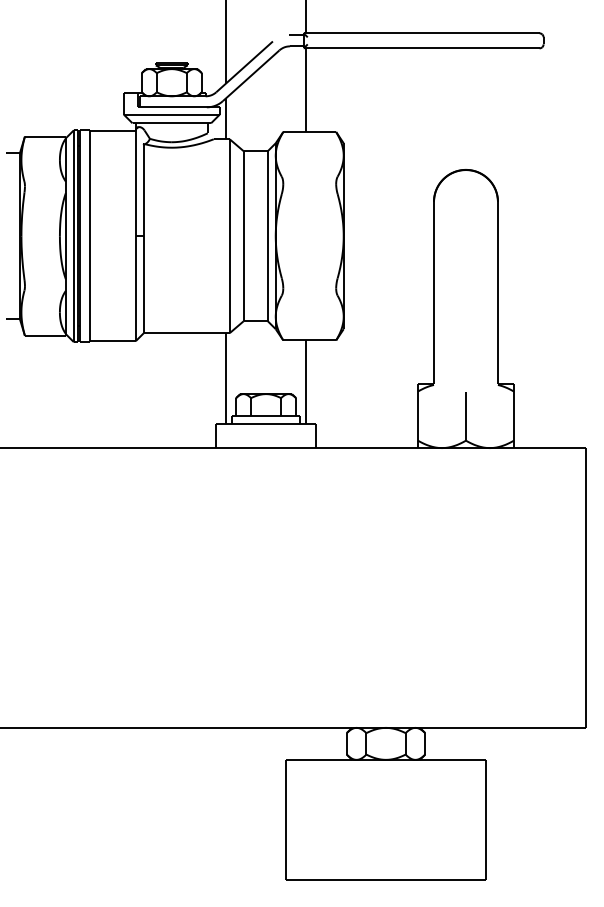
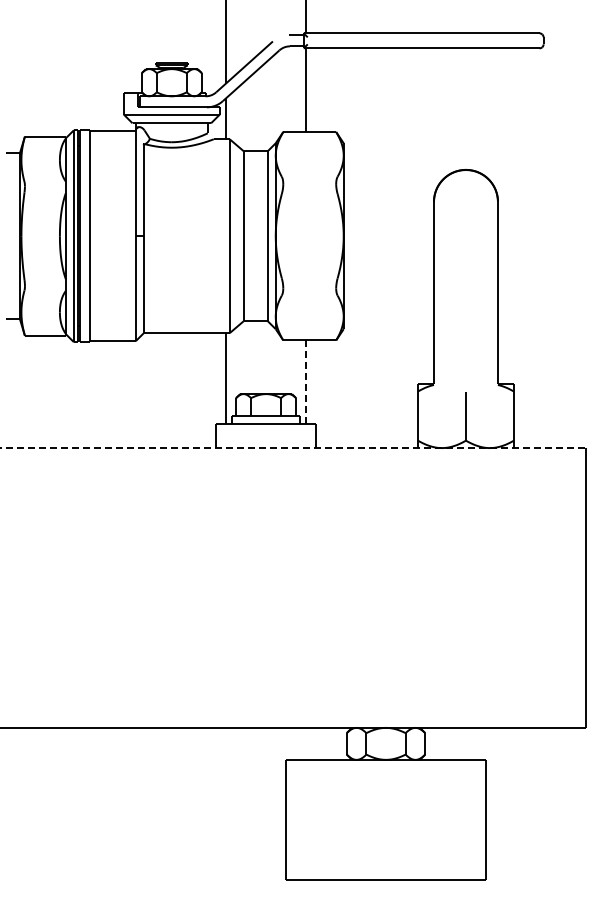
line at (306, 382): solid -> dashed
line at (292, 448): solid -> dashed
